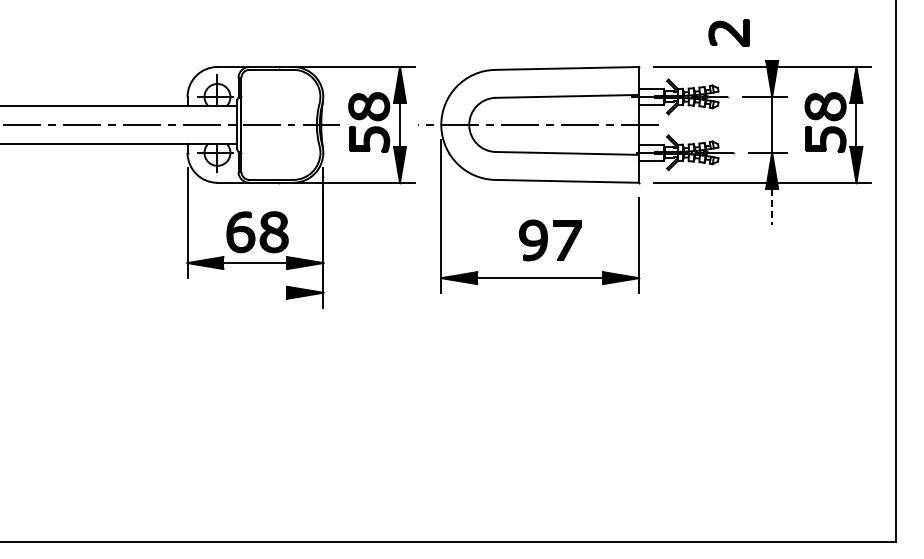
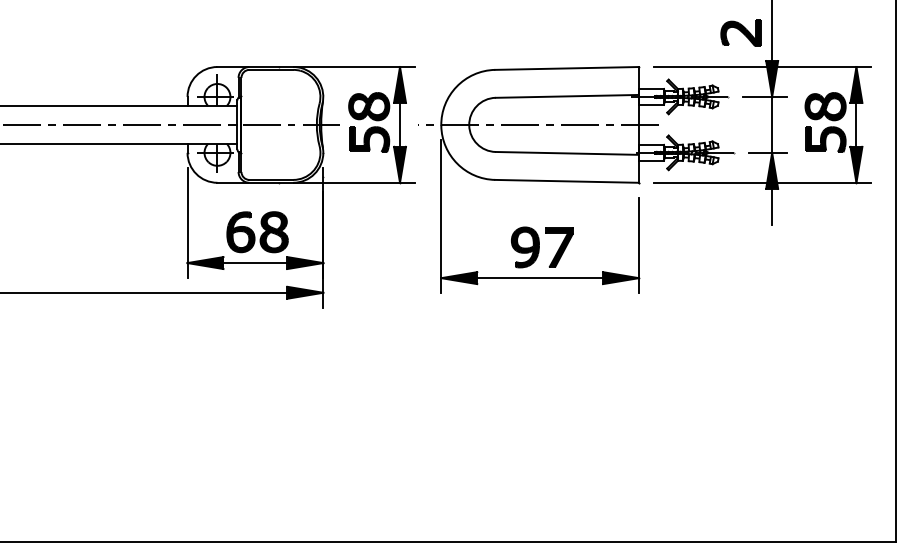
line at (772, 31): none -> present
part at (728, 32) position: (728, 32) -> (740, 32)
line at (772, 206): dashed -> solid
part at (550, 240) position: (550, 240) -> (542, 247)
line at (144, 292): none -> present
